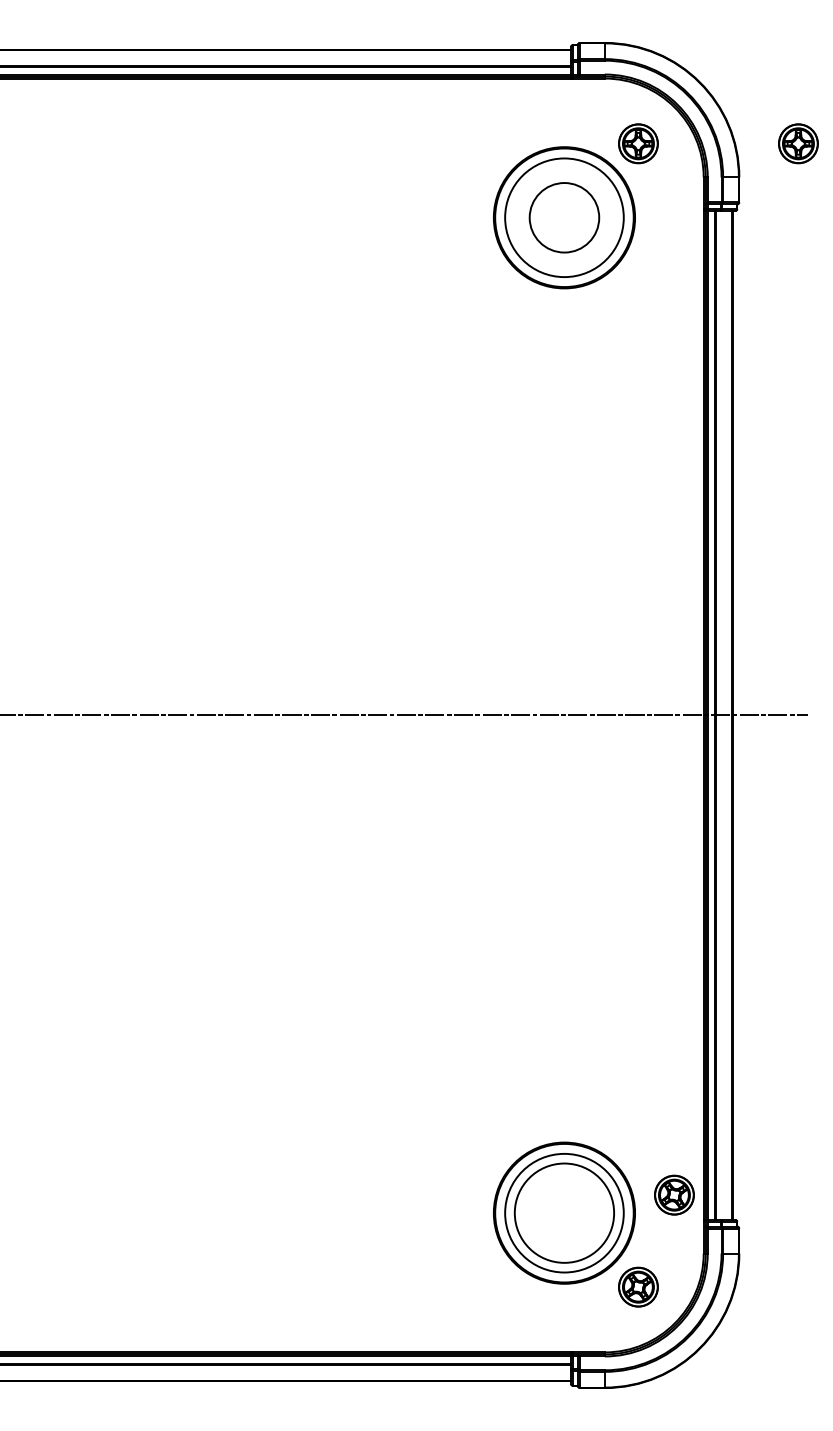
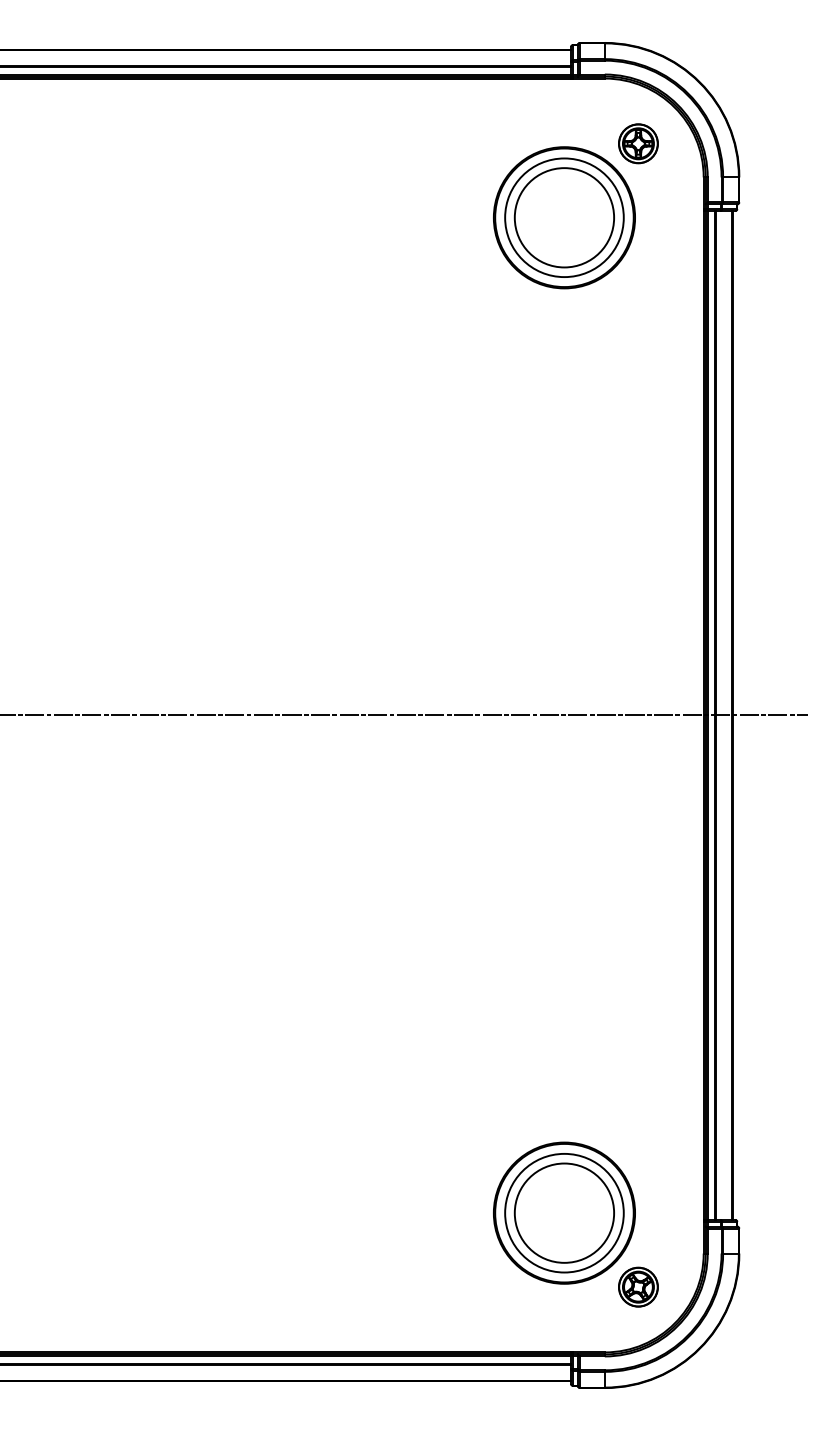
part at (798, 143): present -> none
circle at (564, 217) diameter: 70 px -> 99 px
part at (674, 1194): present -> none
